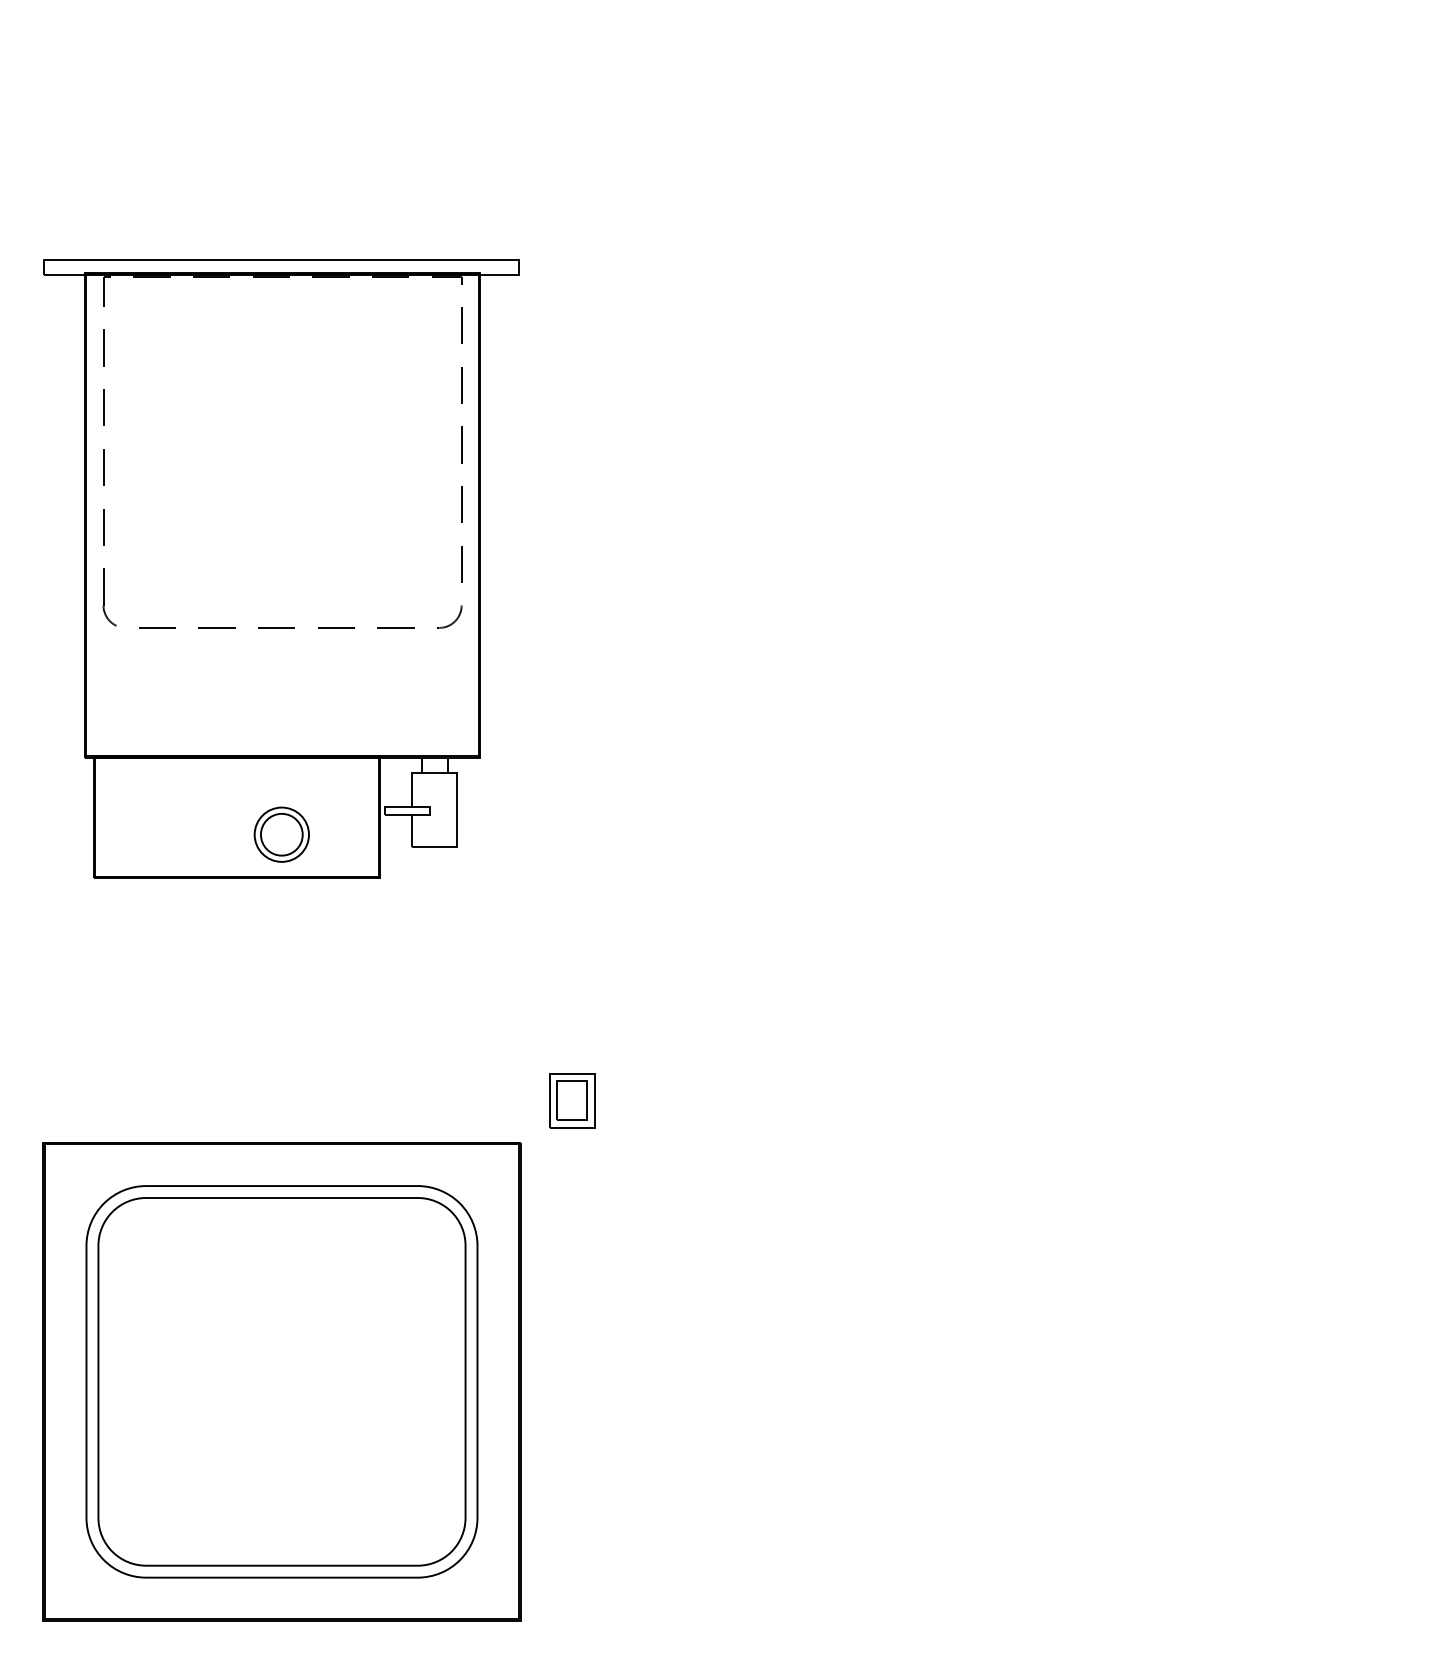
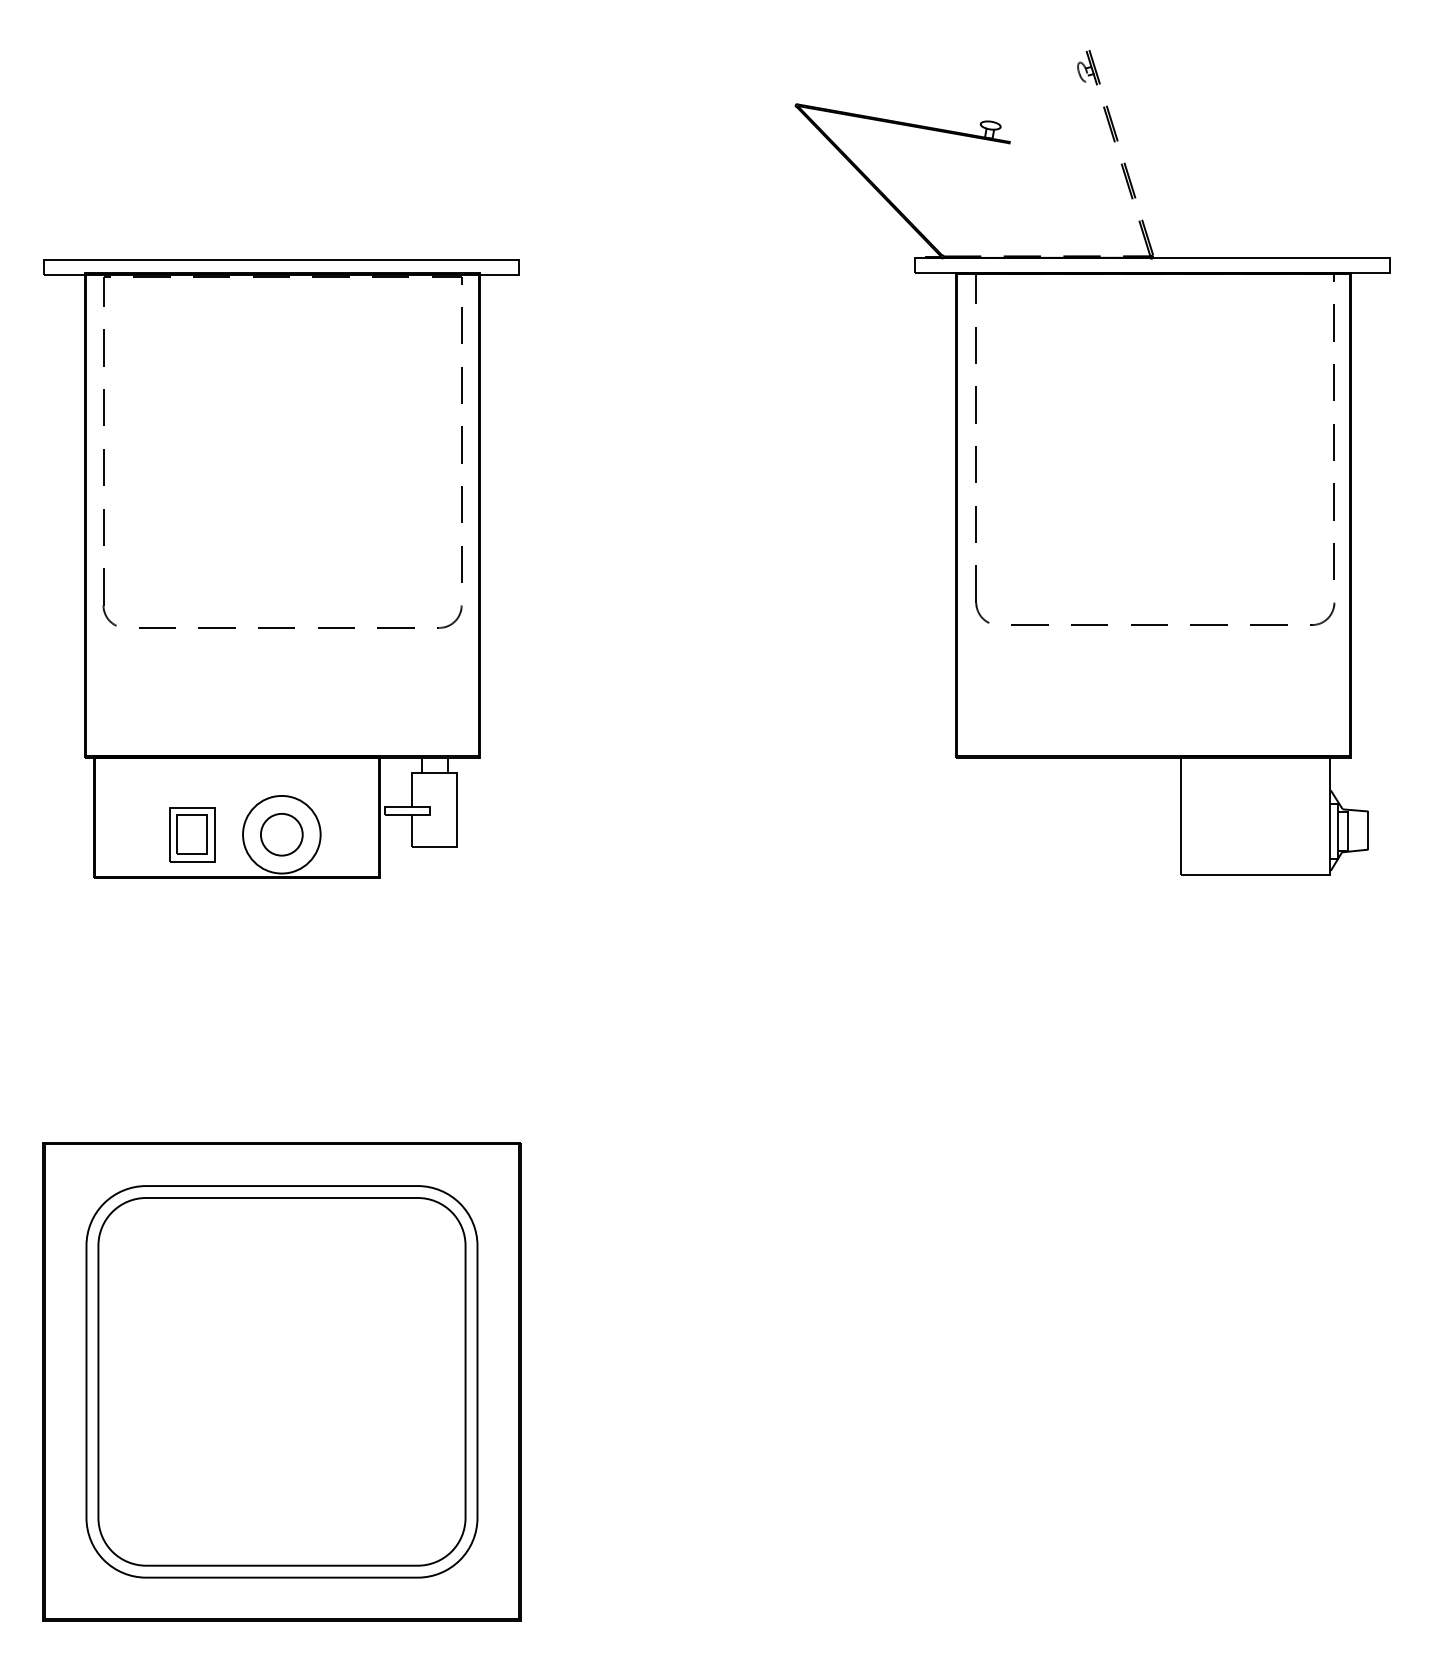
part at (1092, 462): none -> present
circle at (281, 834) diameter: 54 px -> 78 px
part at (572, 1100) position: (572, 1100) -> (192, 834)
